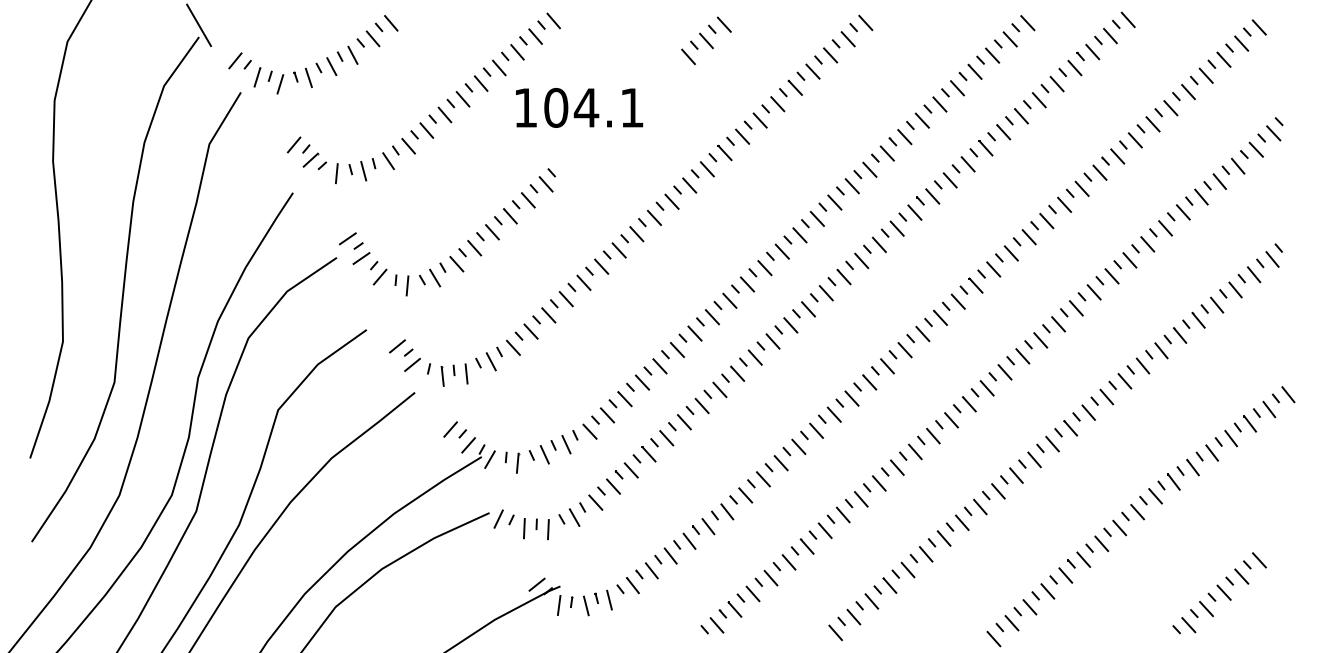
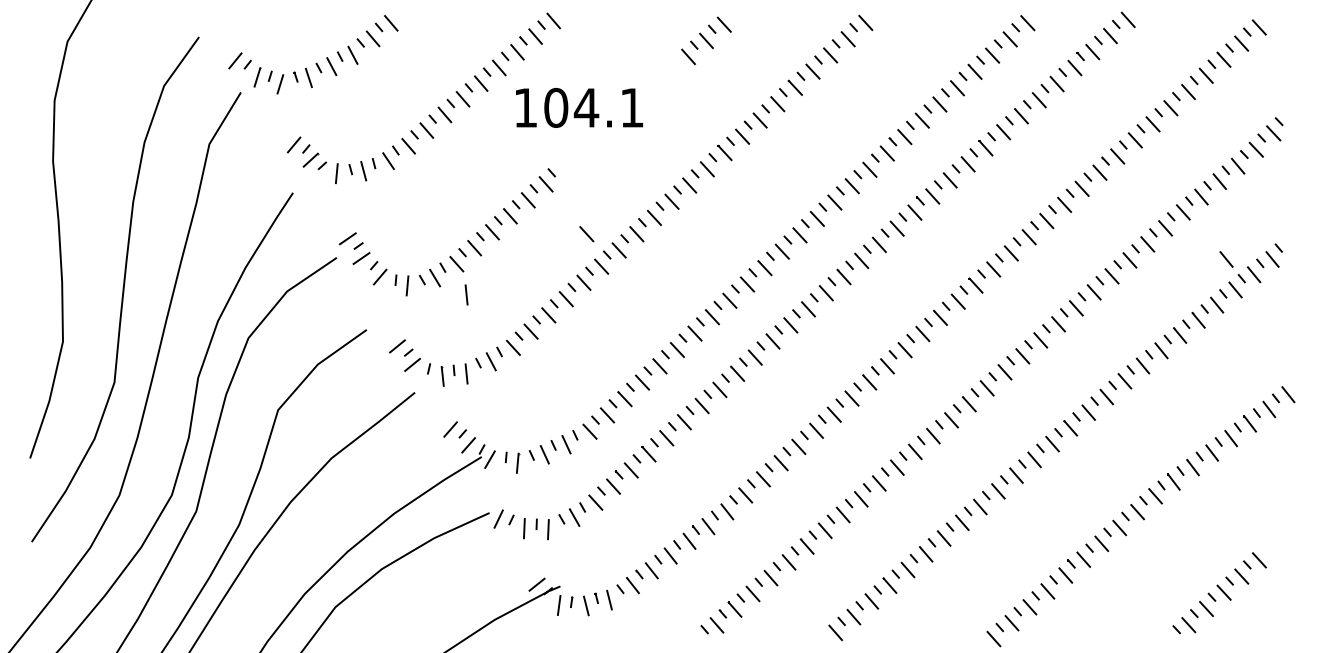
line at (199, 25): present -> none
line at (586, 234): none -> present
line at (1226, 259): none -> present
line at (466, 294): none -> present
